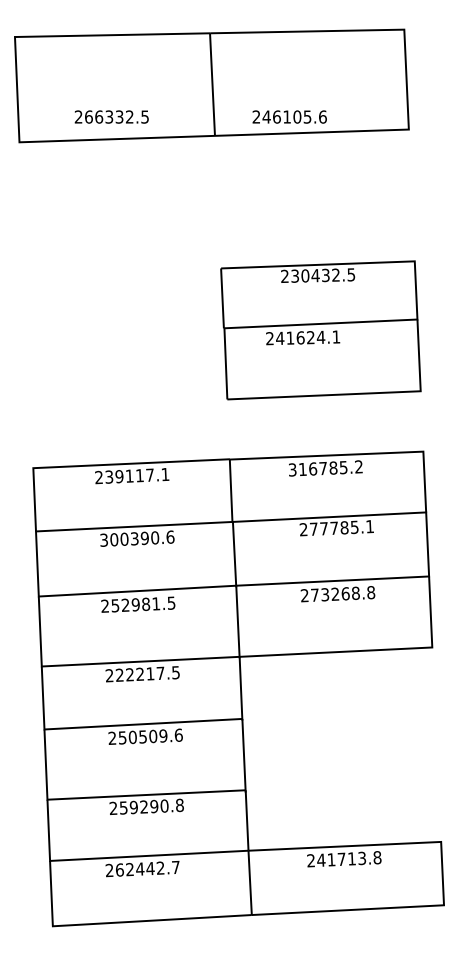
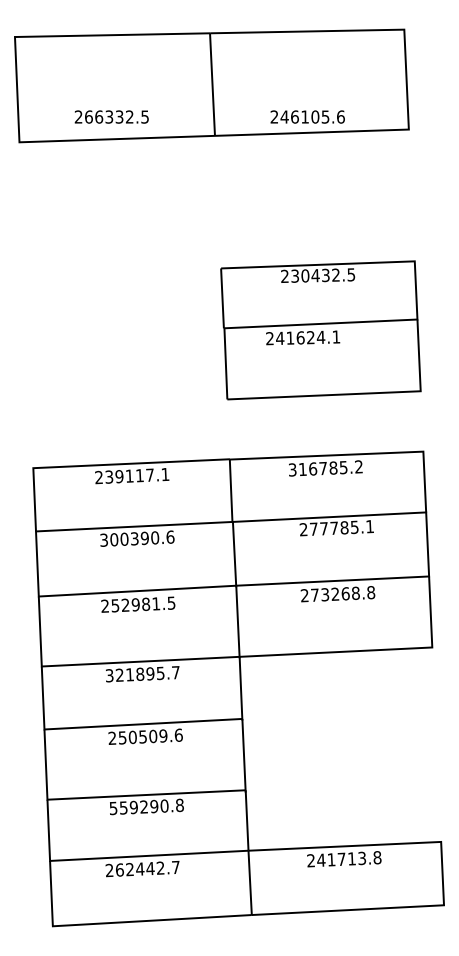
text at (289, 116) position: (289, 116) -> (307, 116)
text at (142, 674): 222217.5 -> 321895.7
text at (113, 808): 259290.8 -> 559290.8
